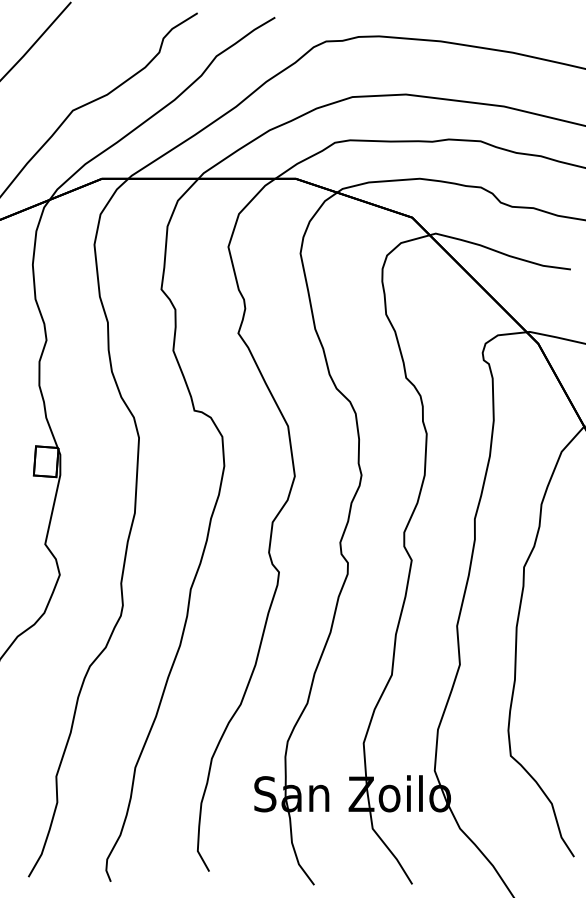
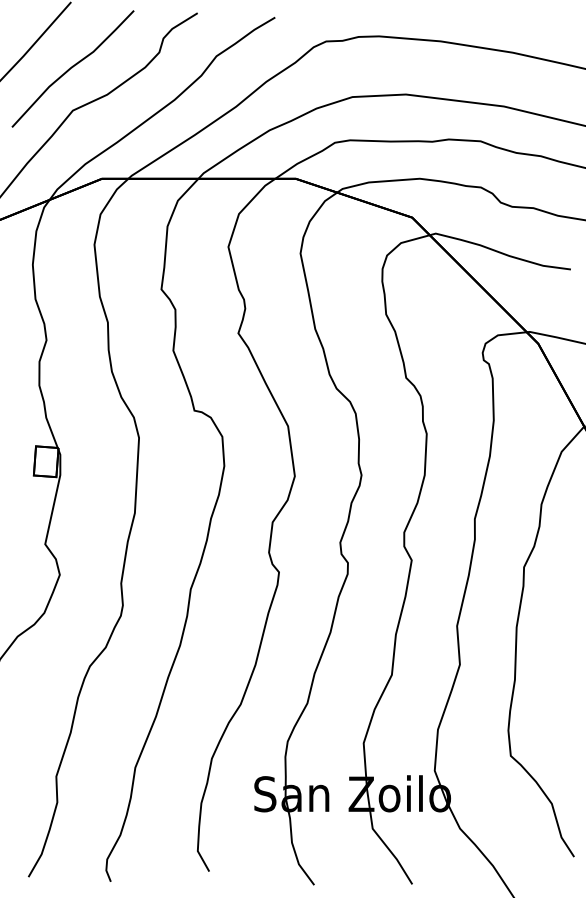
curve at (72, 68): none -> present
